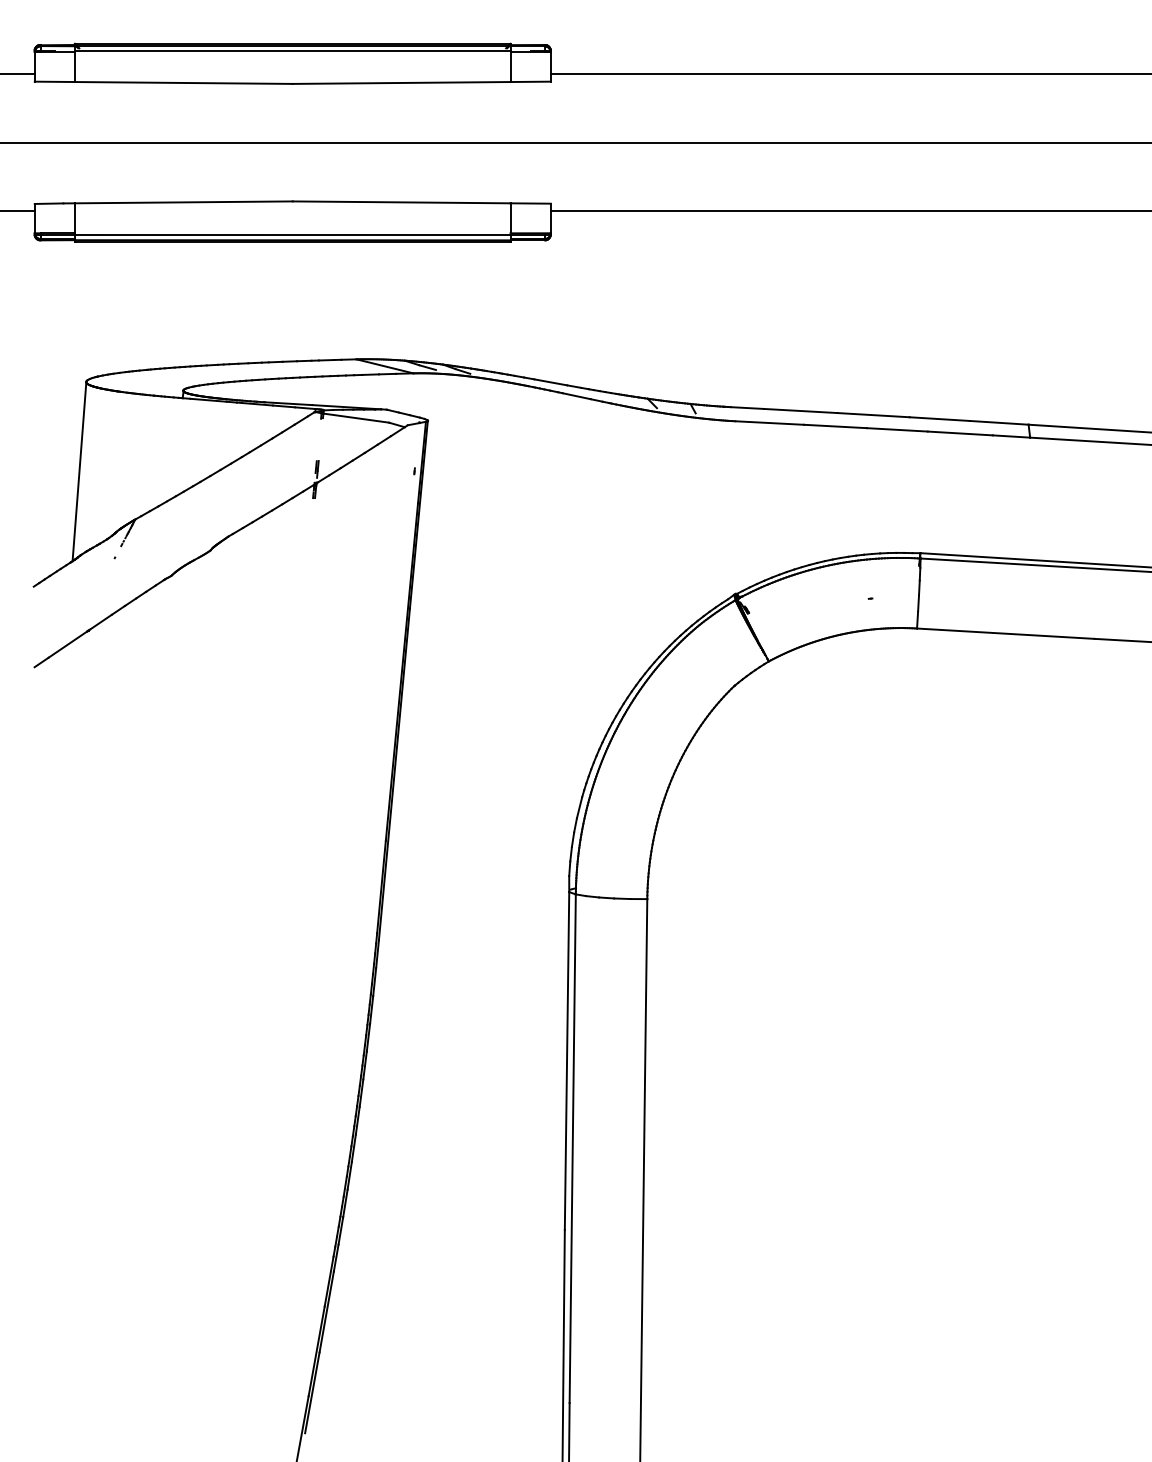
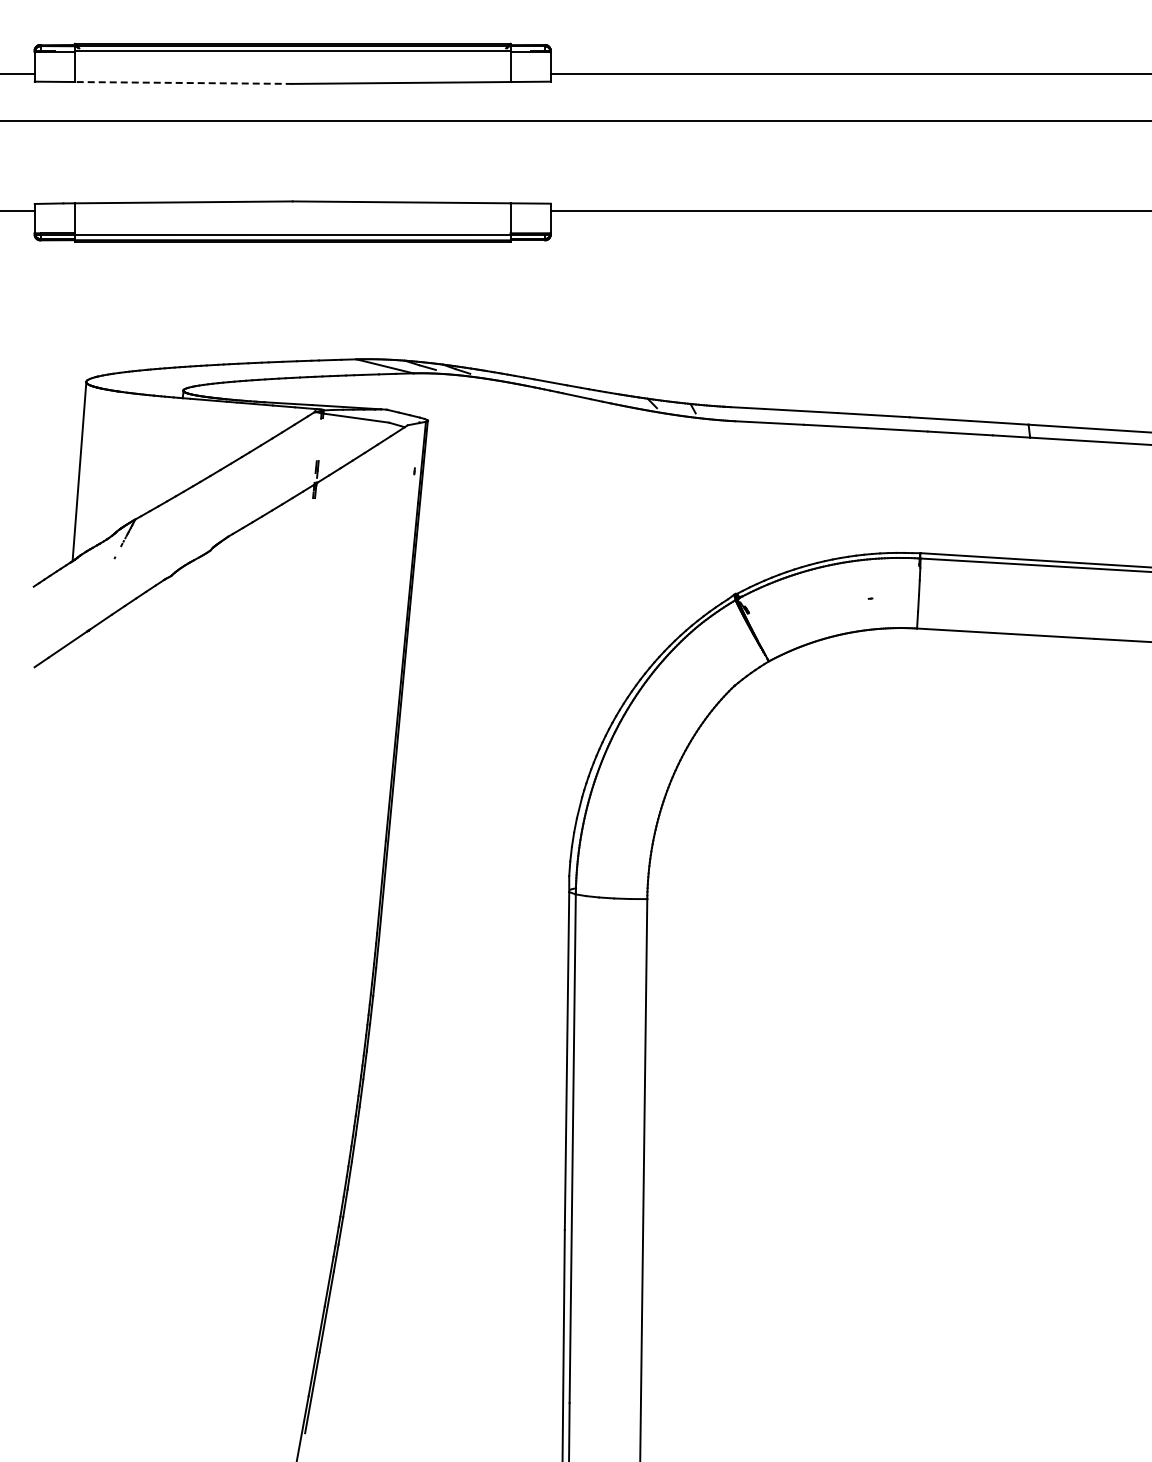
line at (183, 82): solid -> dashed
line at (575, 142) position: (575, 142) -> (575, 120)
